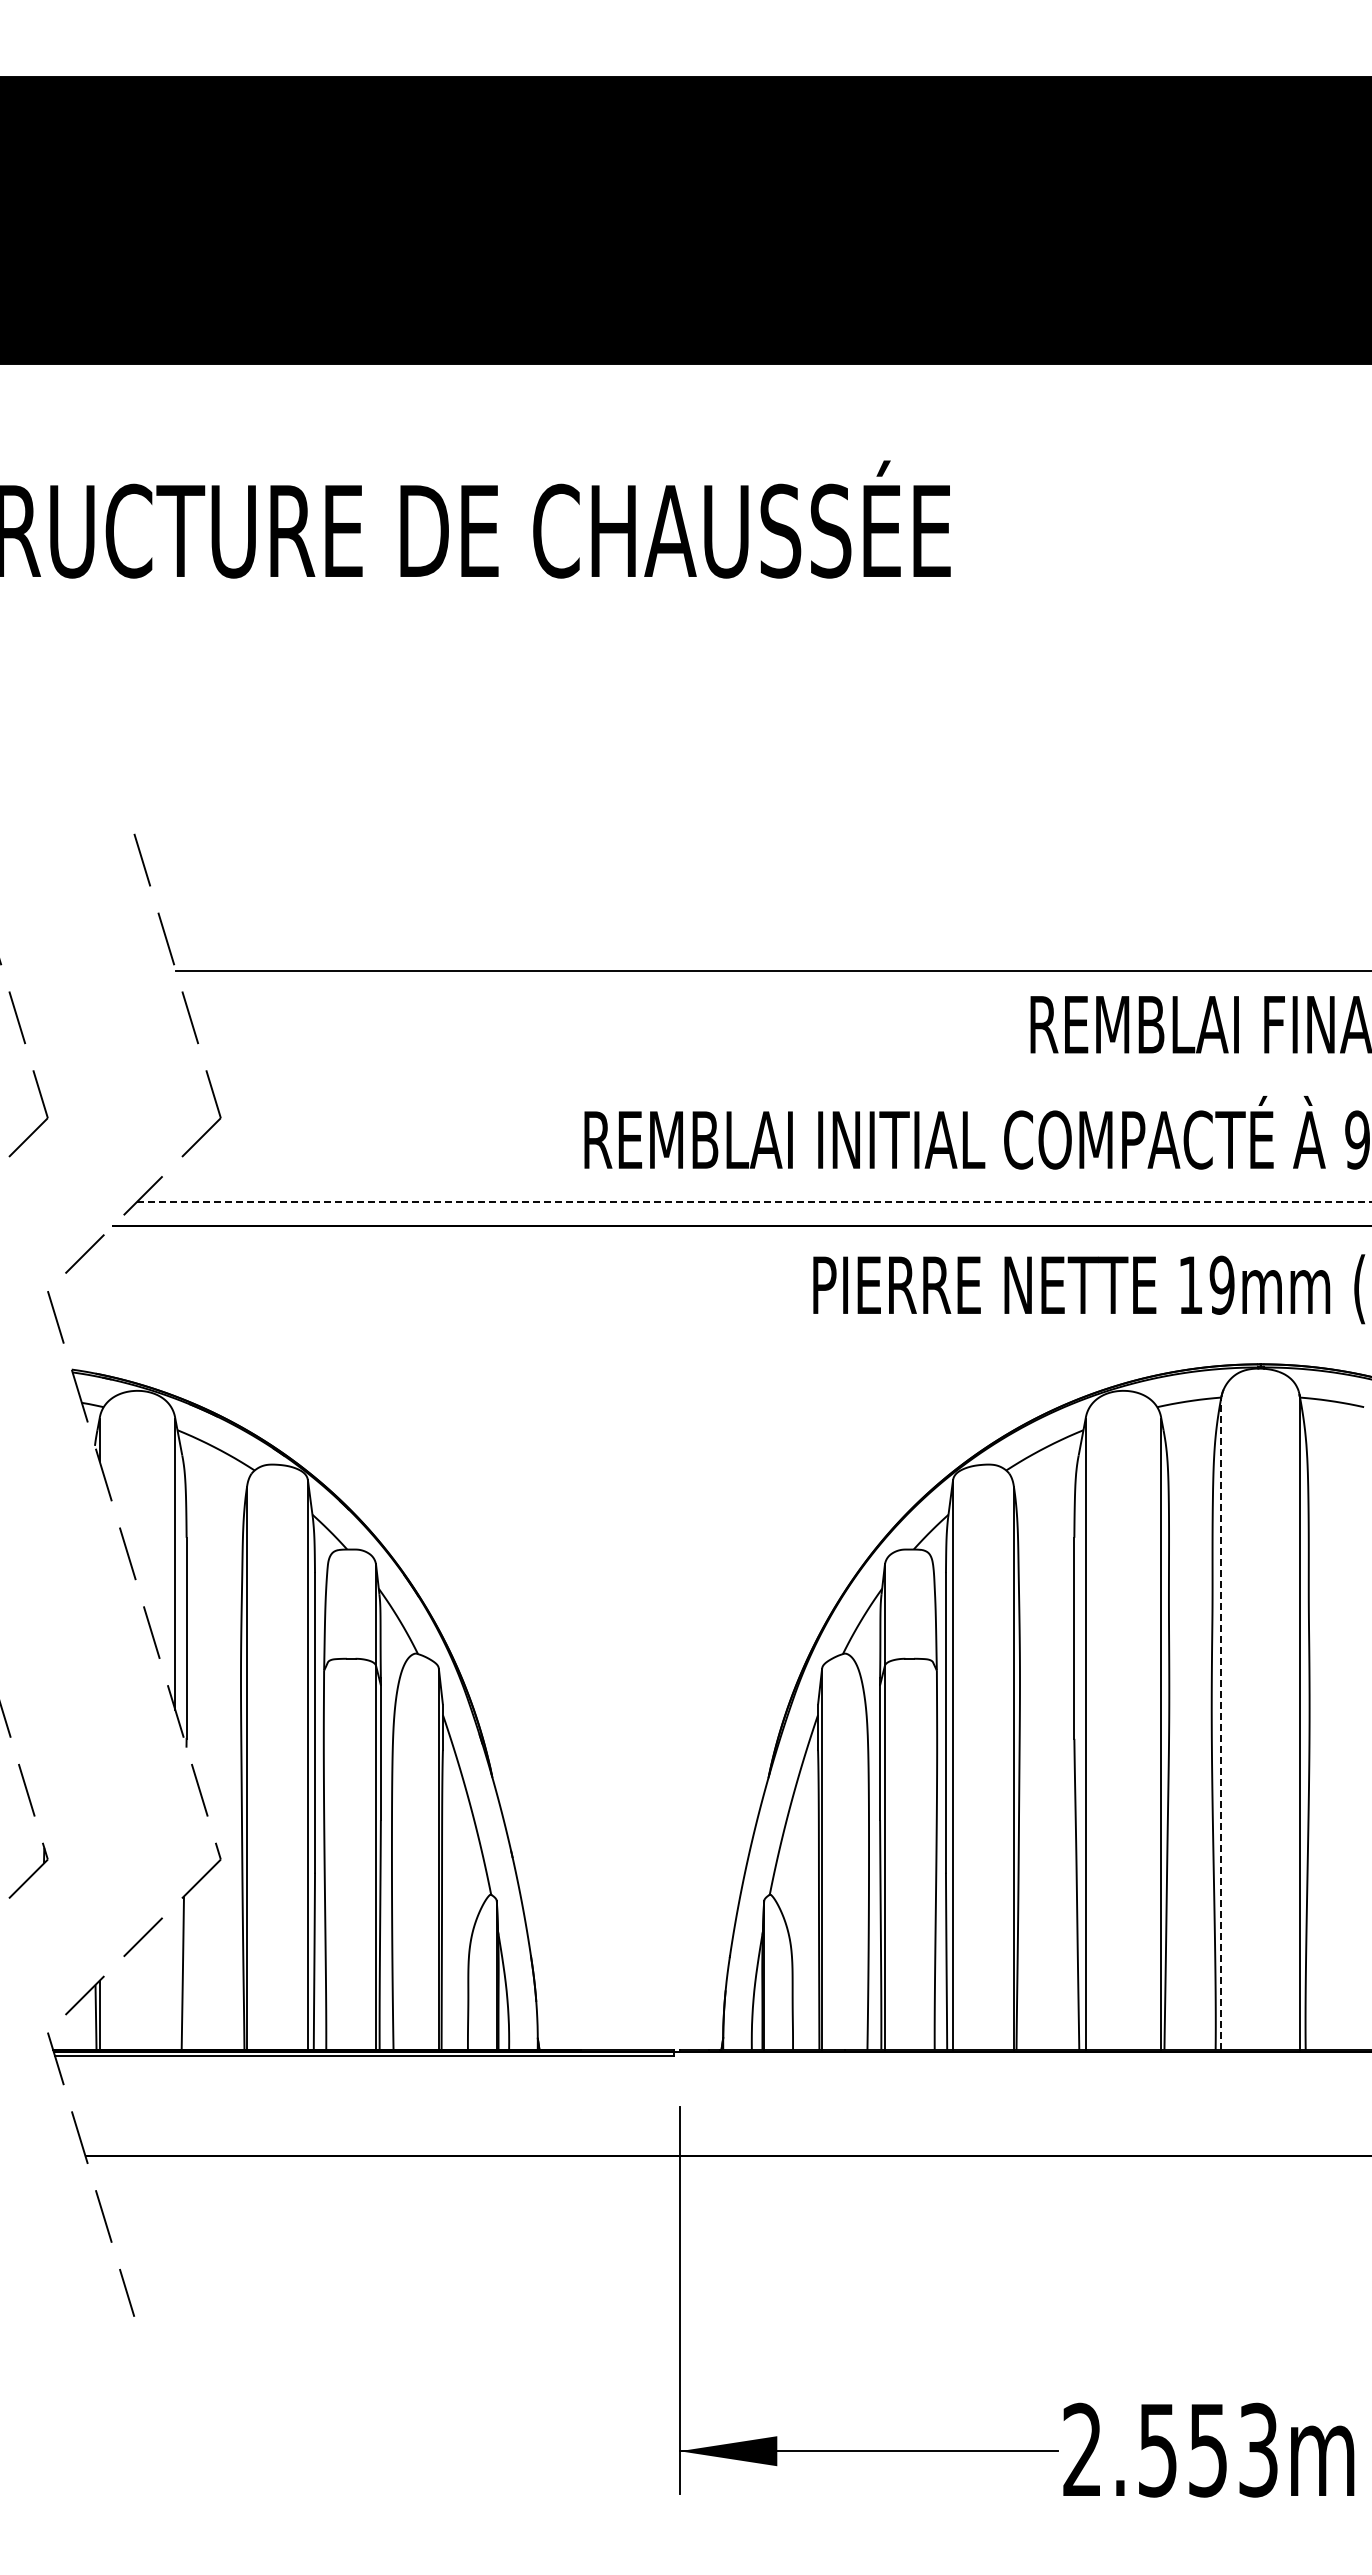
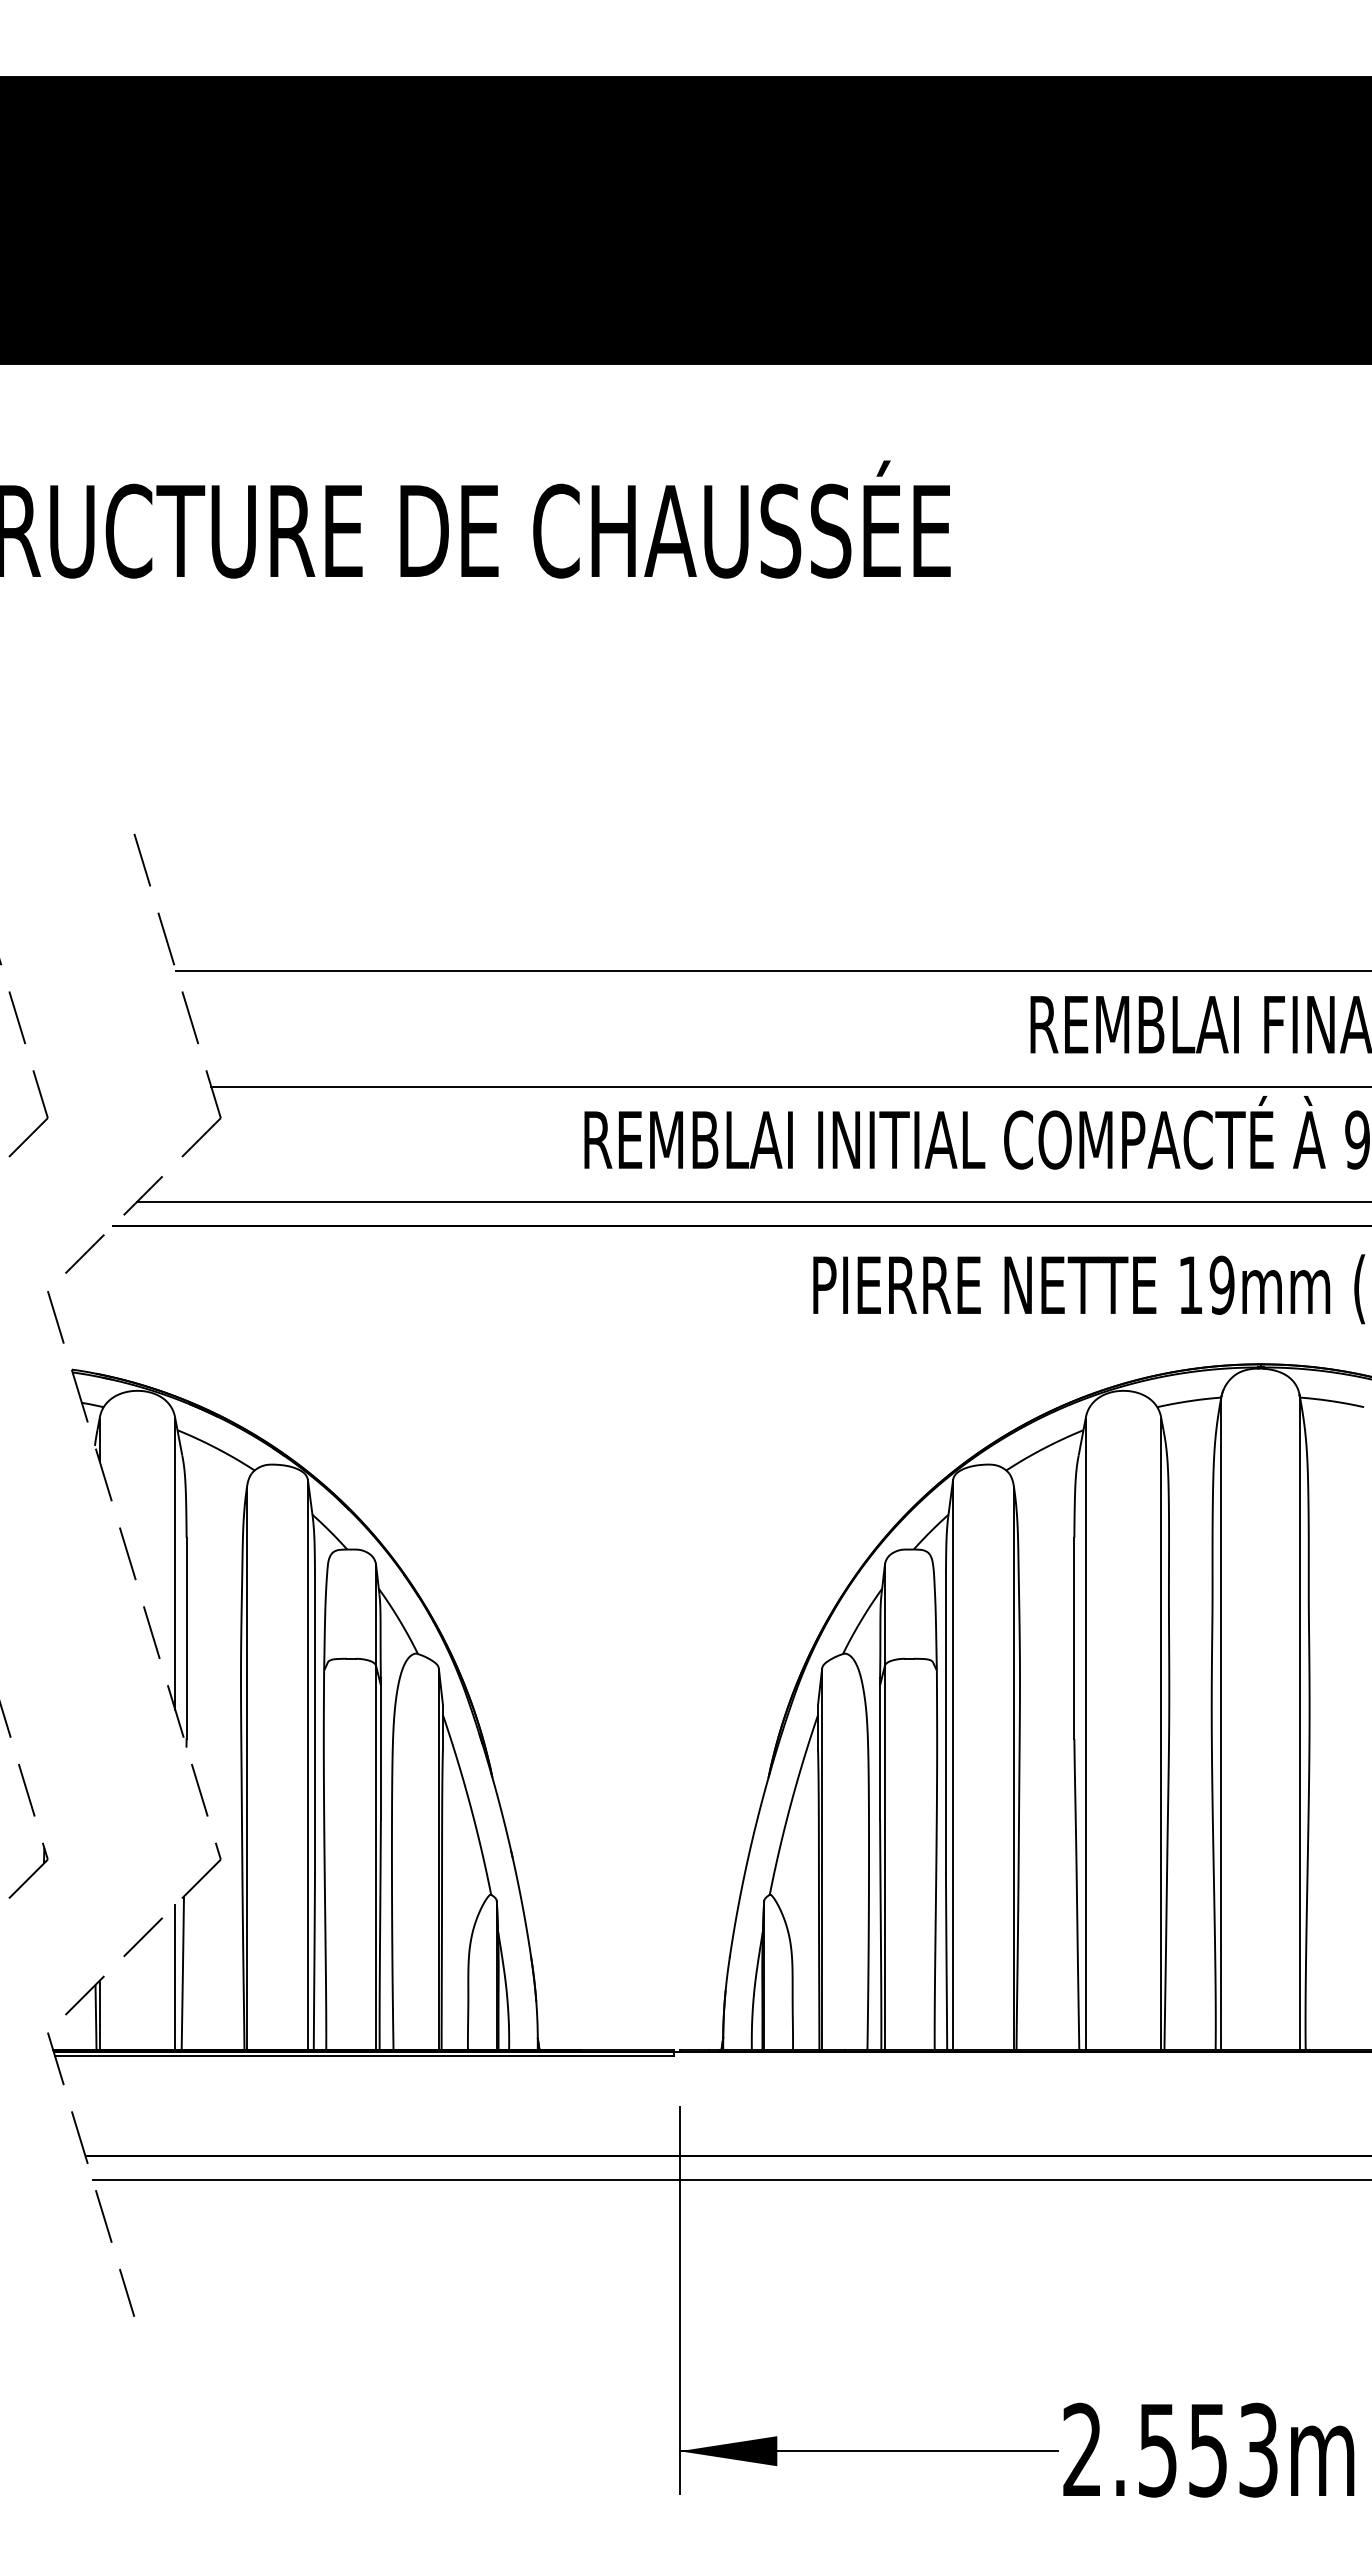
line at (789, 1086): none -> present
line at (754, 1202): dashed -> solid
line at (1221, 1722): dashed -> solid
line at (175, 1977): none -> present
line at (730, 2179): none -> present
